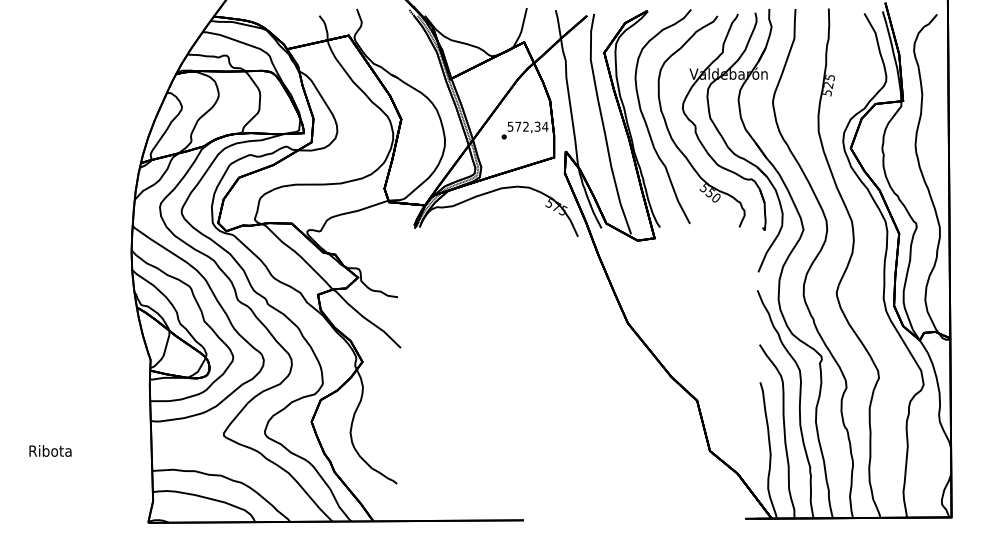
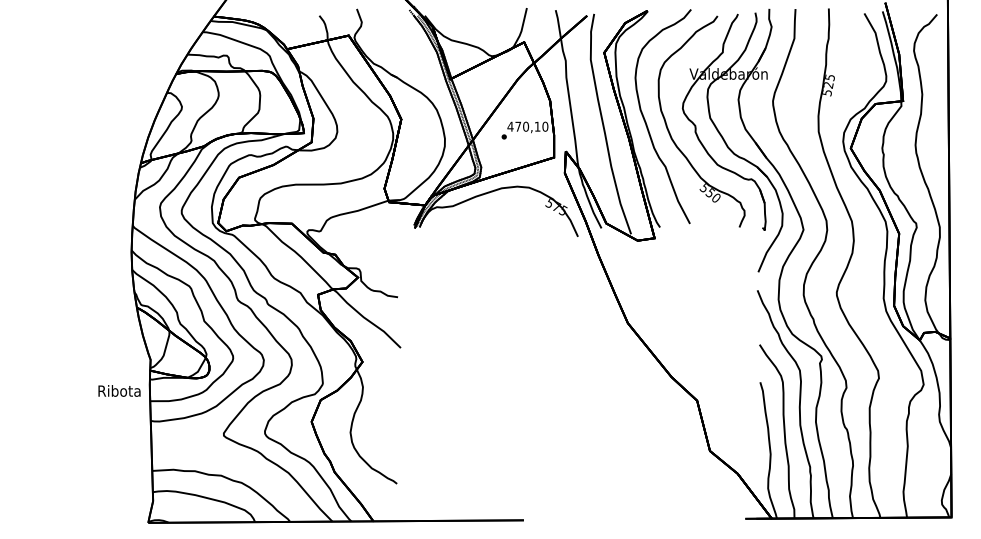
text at (527, 126): 572,34 -> 470,10
text at (50, 450) position: (50, 450) -> (119, 390)
